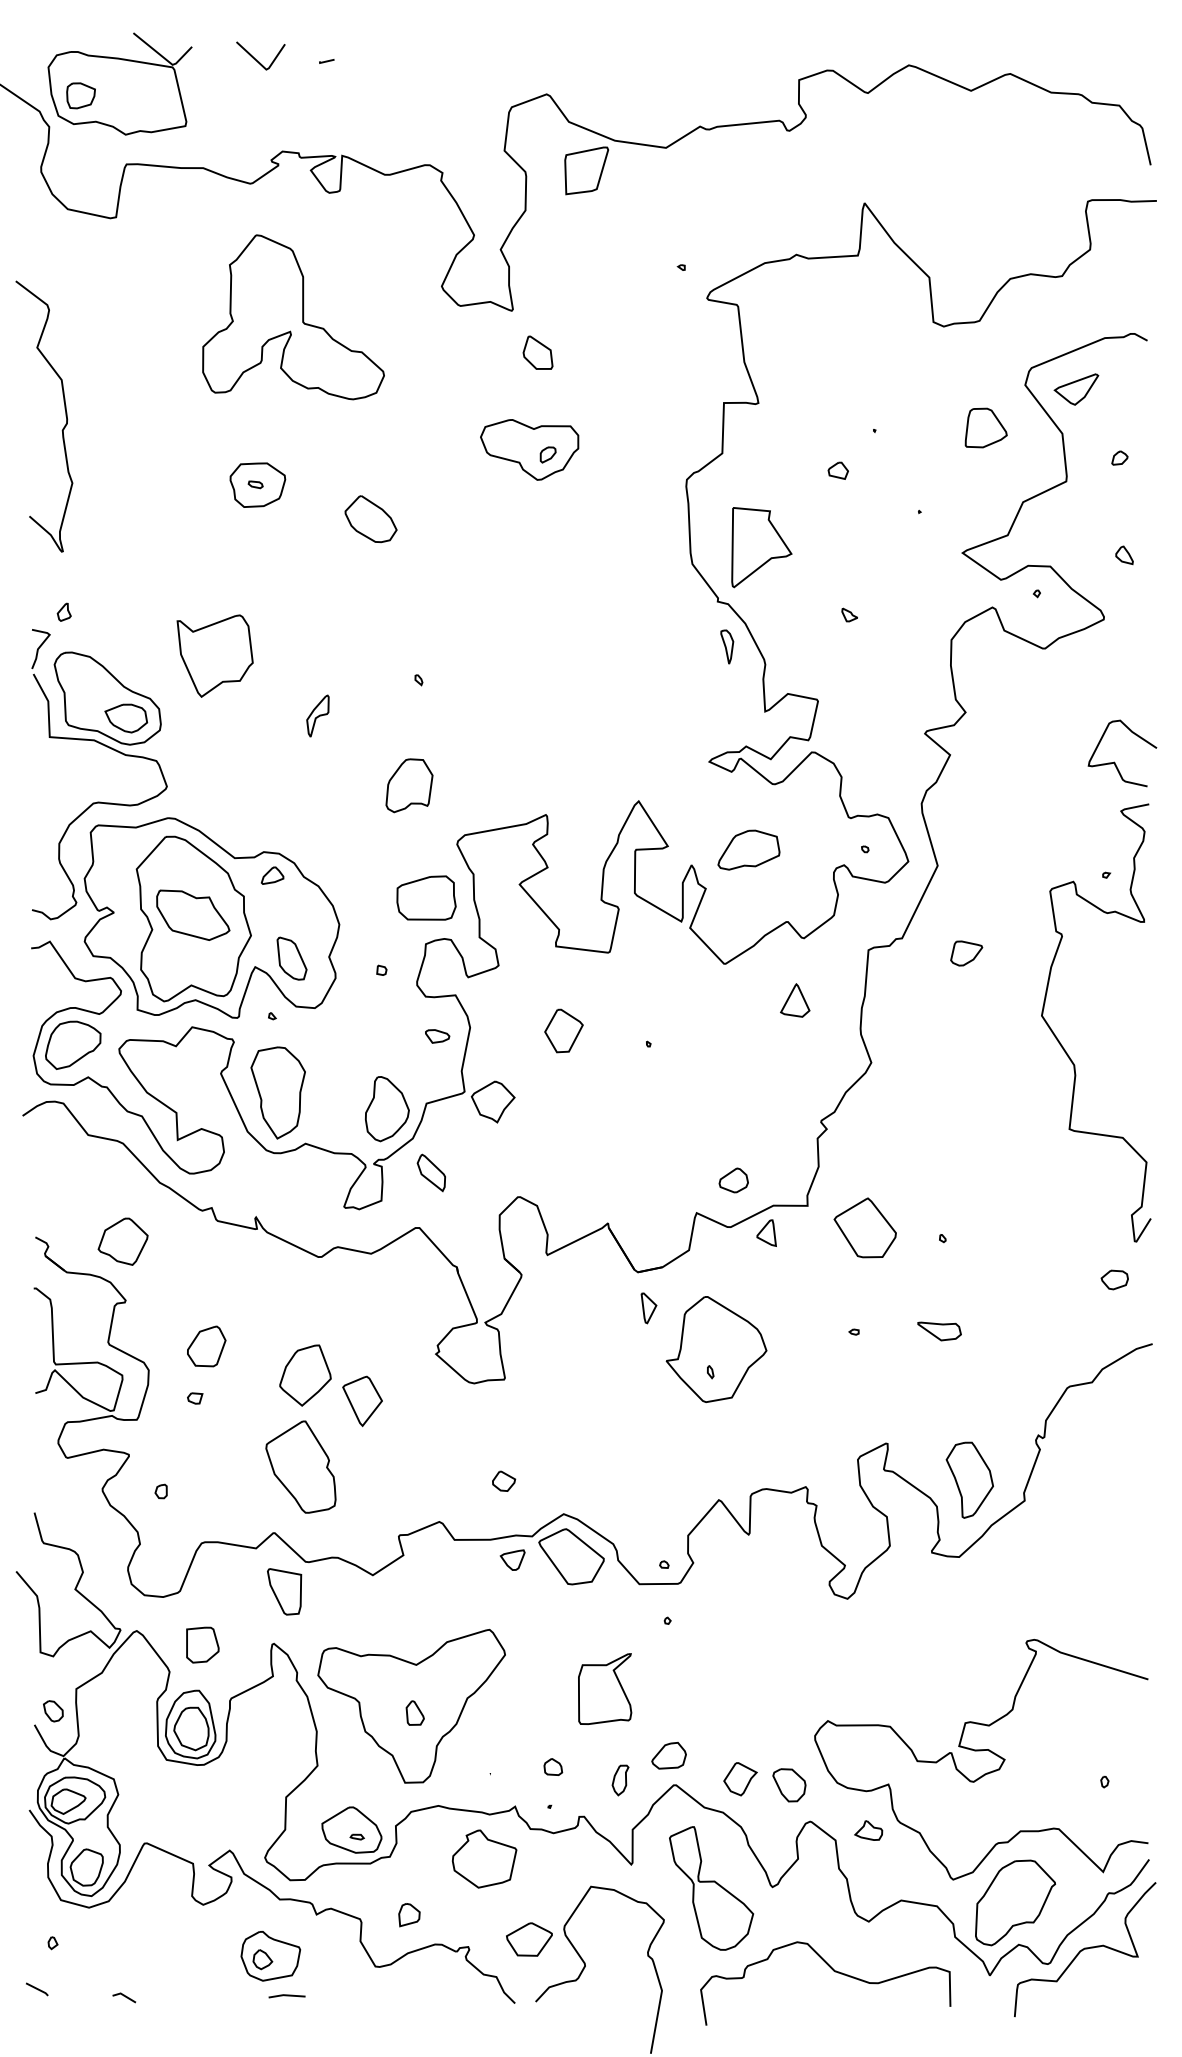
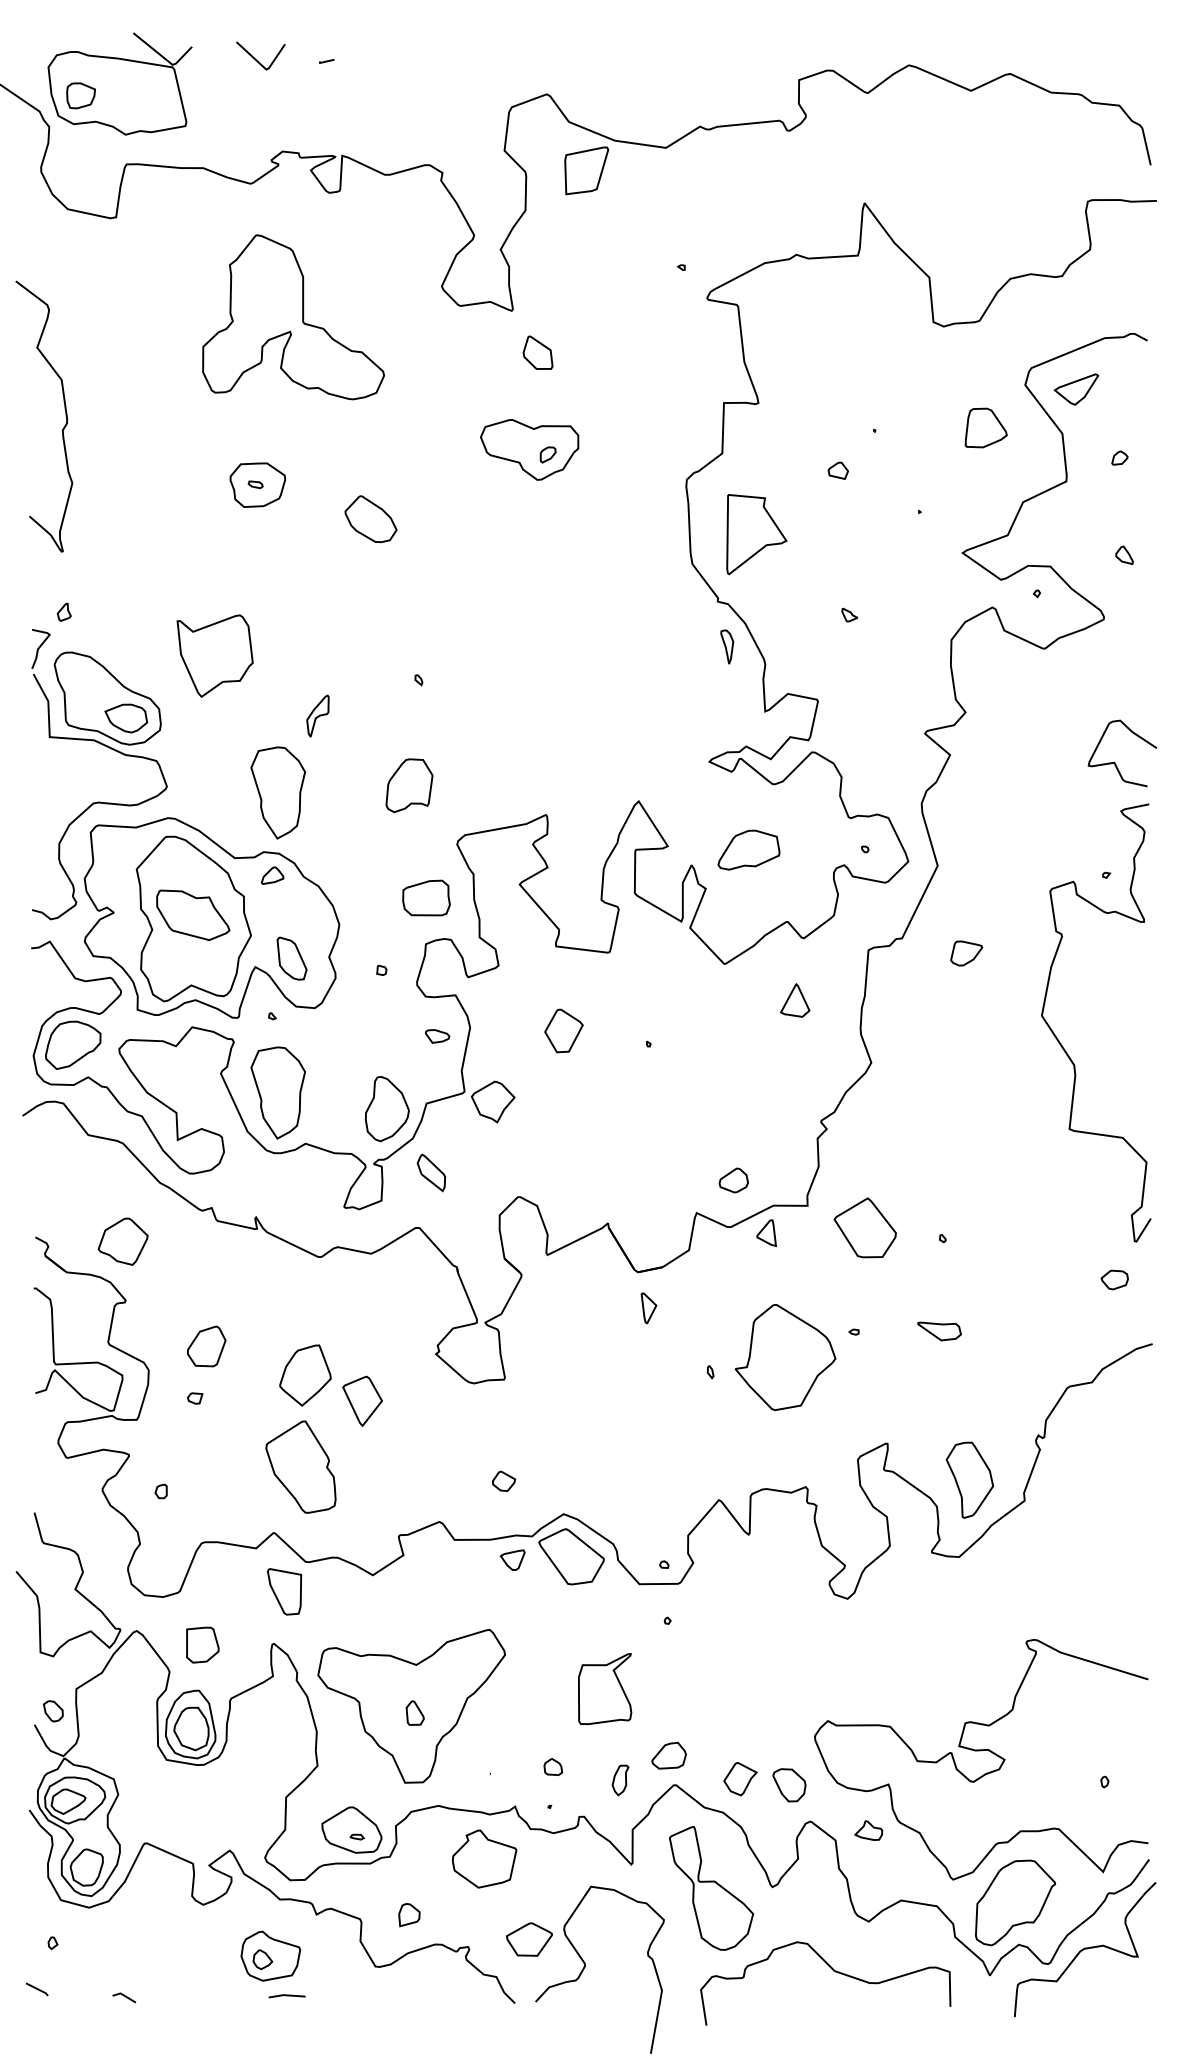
part at (761, 547) position: (761, 547) -> (756, 534)
part at (277, 792): none -> present
part at (426, 897) size: 61x46 px -> 49x38 px
part at (716, 1349) position: (716, 1349) -> (785, 1357)
